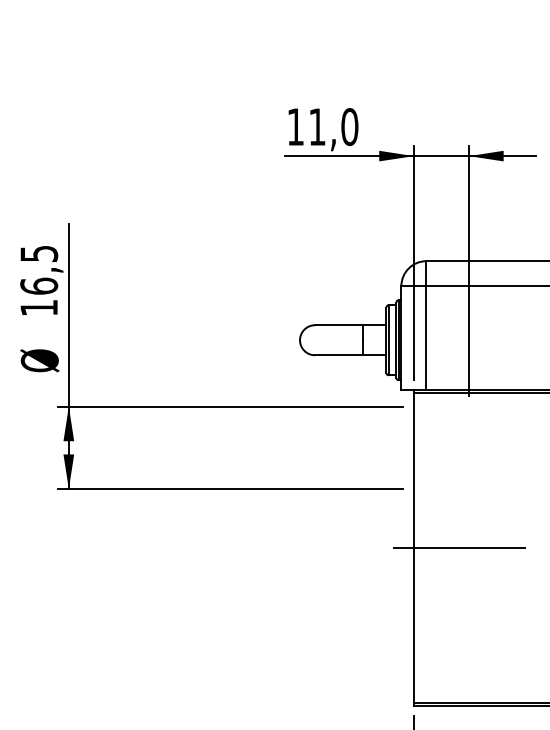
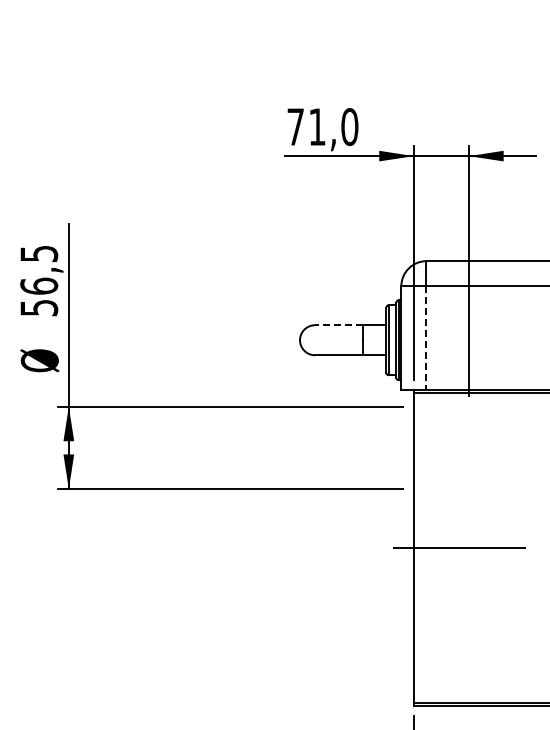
text at (295, 126): 11,0 -> 71,0
text at (39, 308): 16,5 -> 56,5
line at (338, 325): solid -> dashed
line at (426, 338): solid -> dashed
